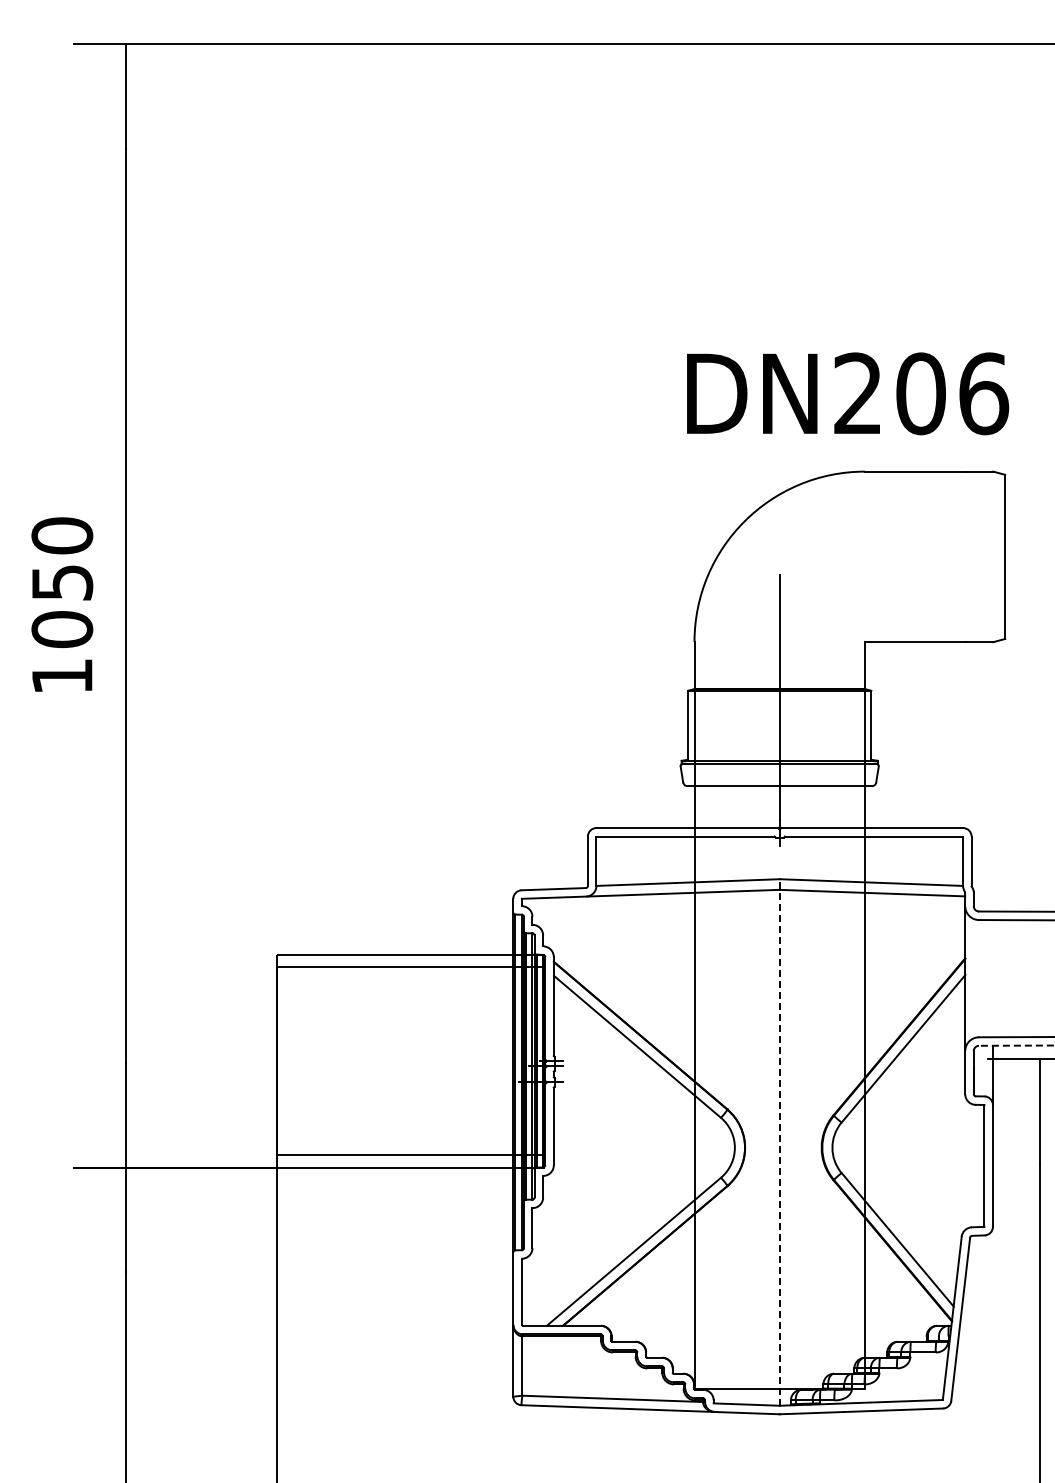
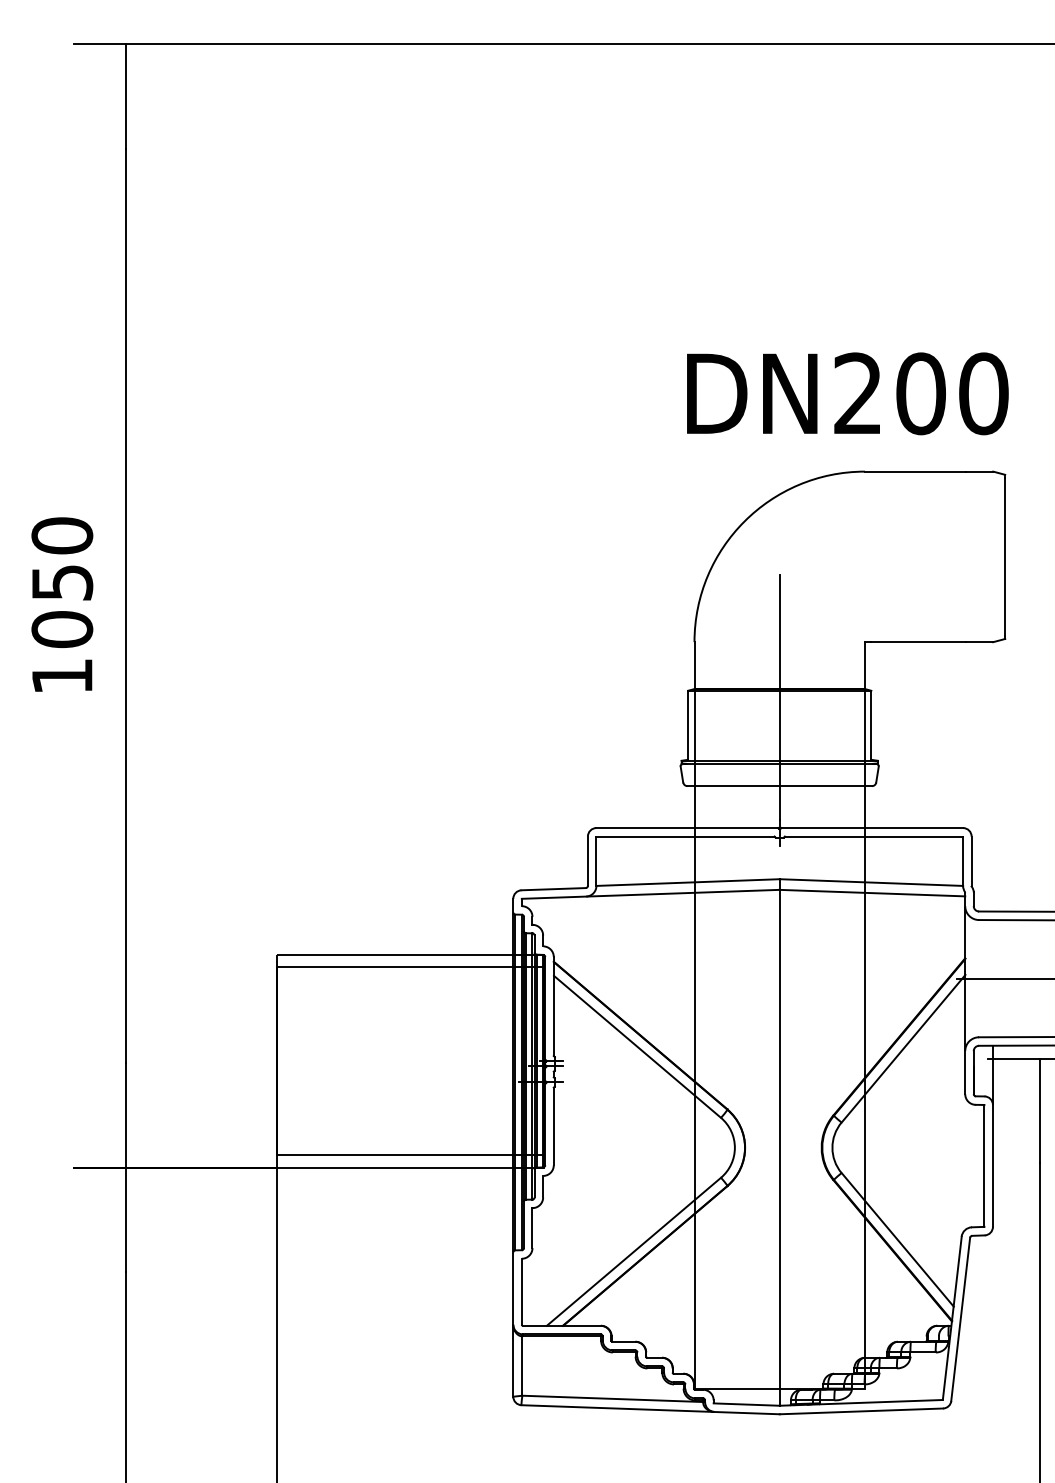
text at (984, 393): DN206 -> DN200
line at (1003, 978): none -> present
line at (1016, 1045): dashed -> solid
line at (779, 1141): dashed -> solid
